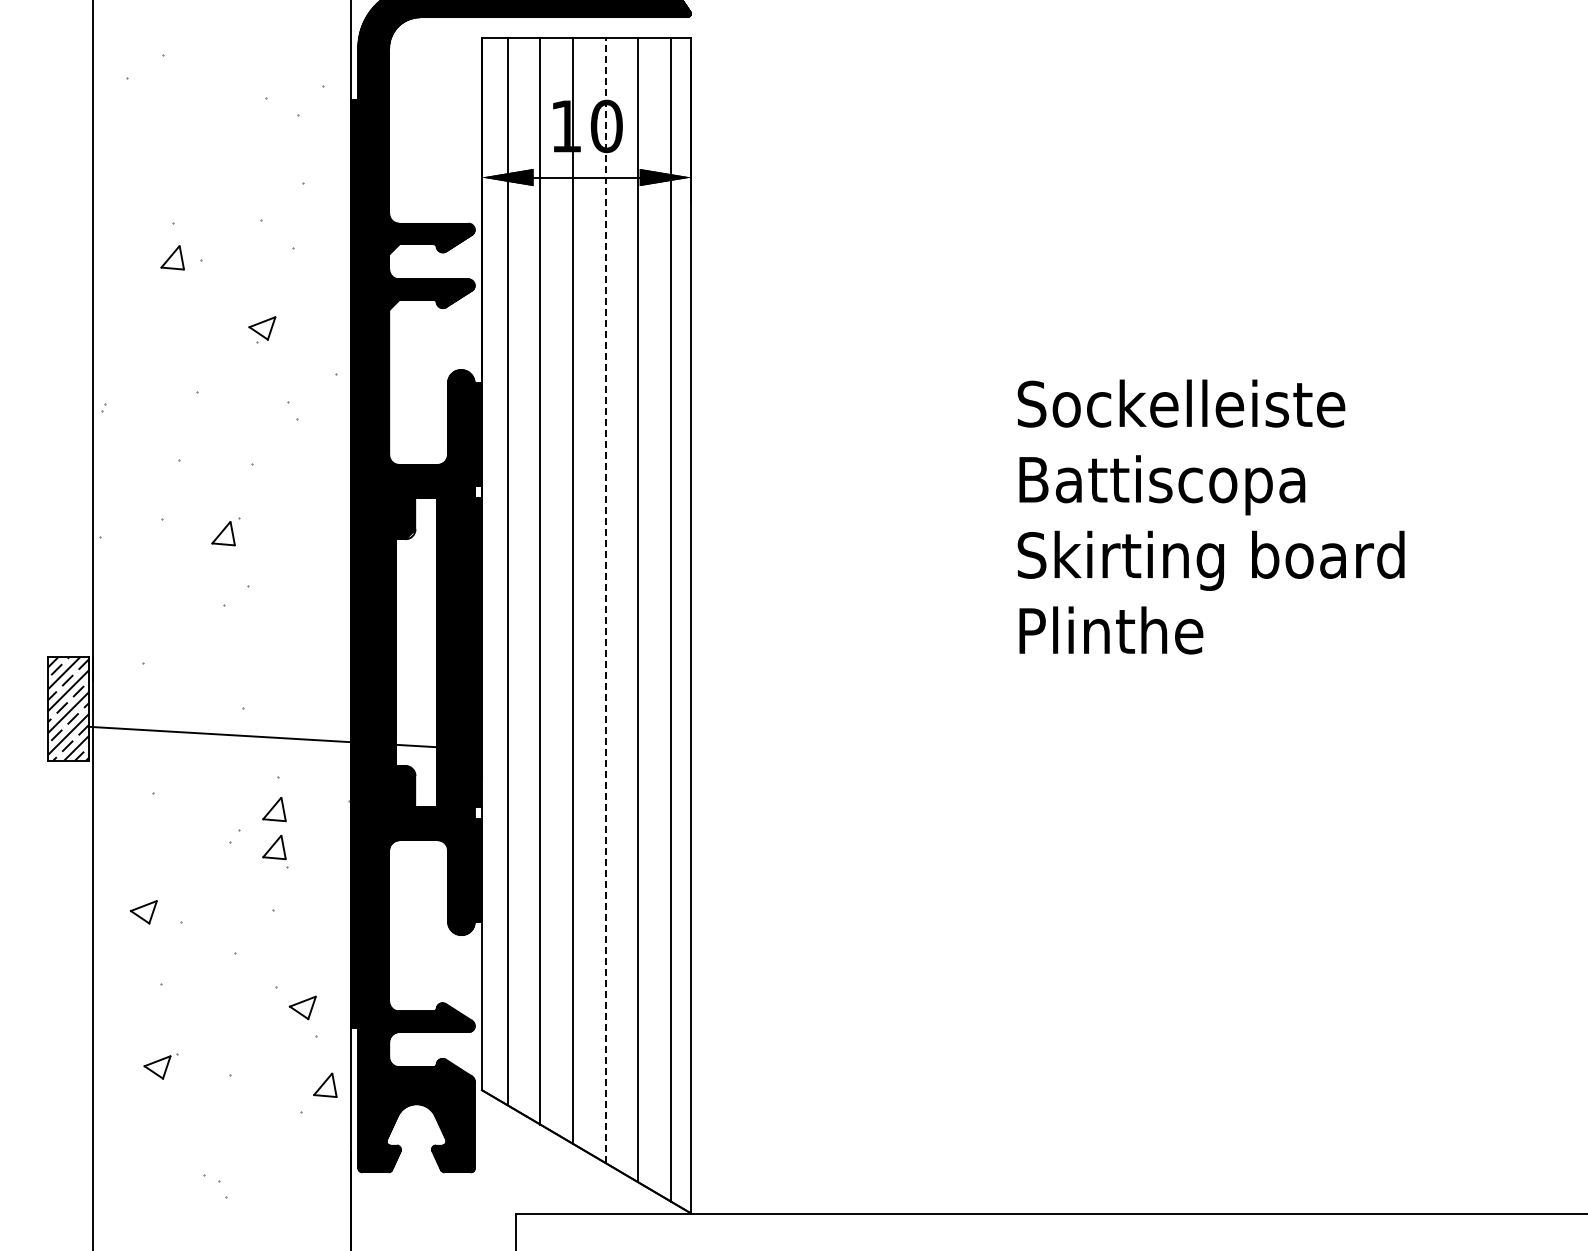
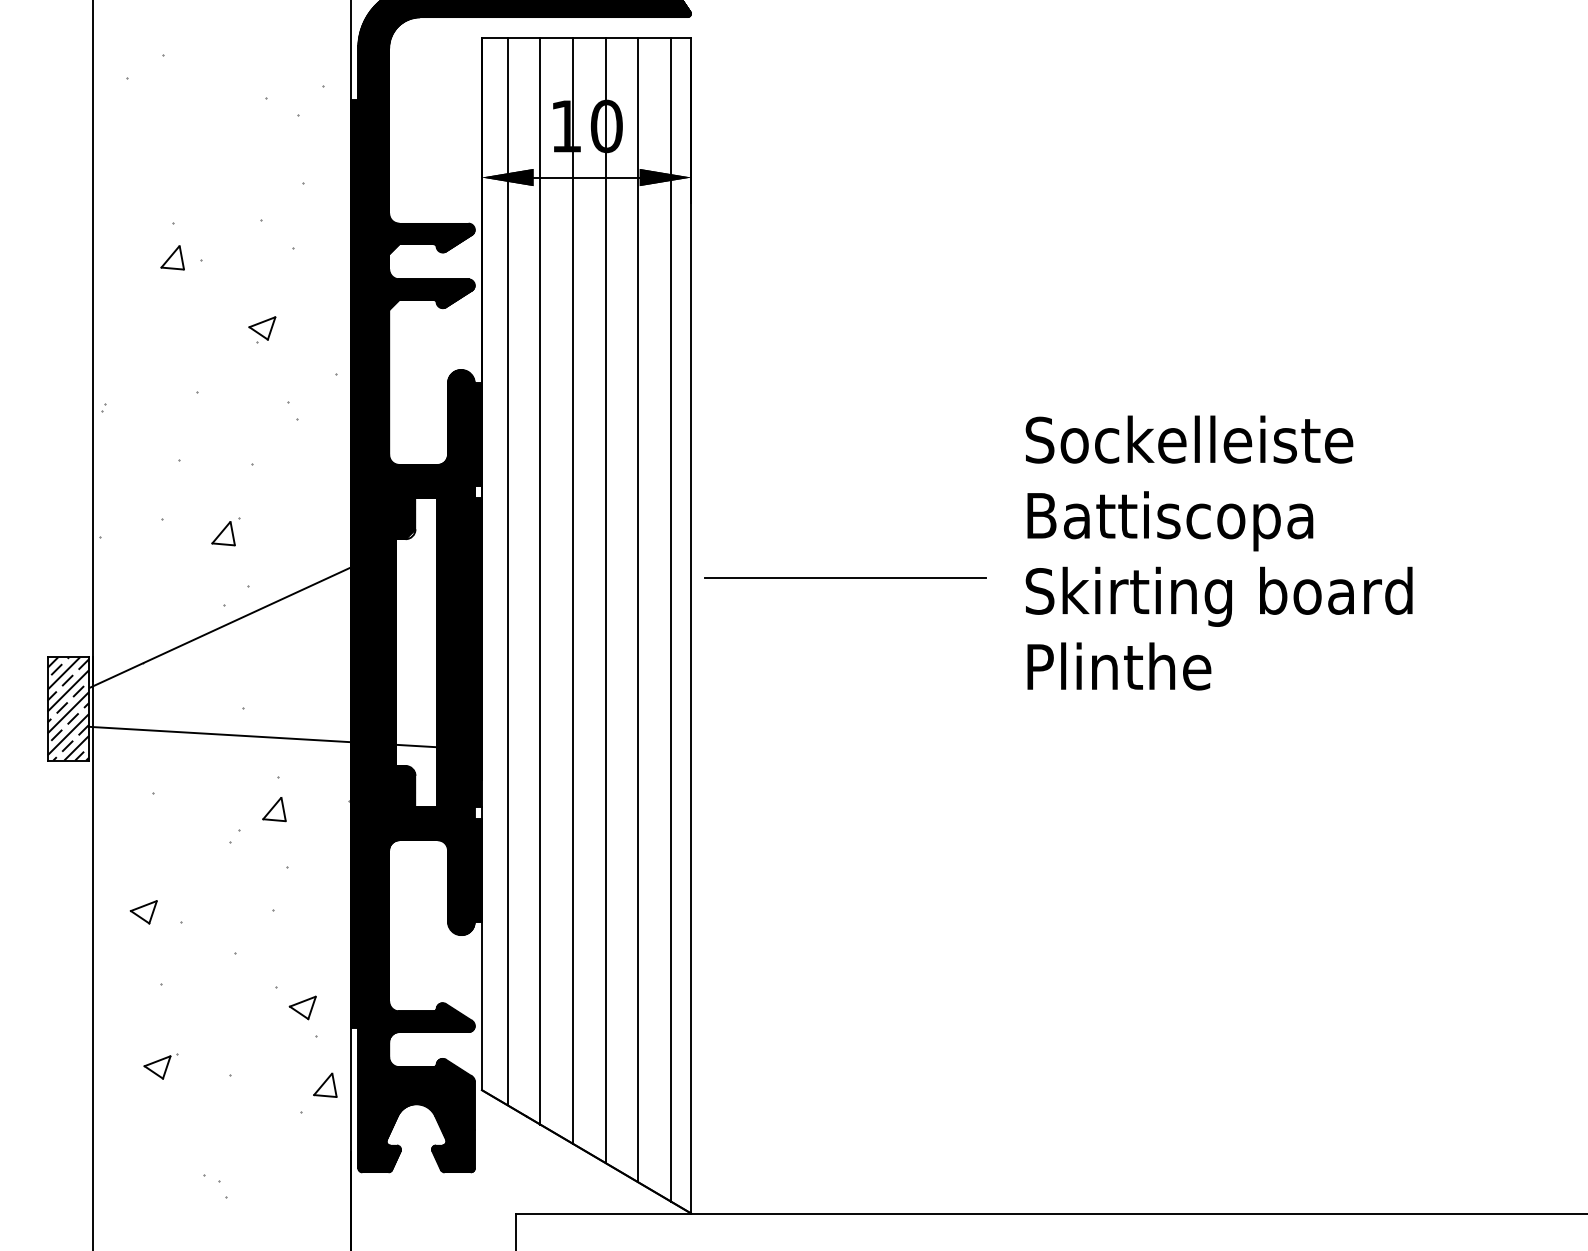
text at (1210, 516) position: (1210, 516) -> (1218, 552)
line at (845, 577): none -> present
line at (605, 600): dashed -> solid
line at (221, 626): none -> present
part at (274, 847): present -> none
